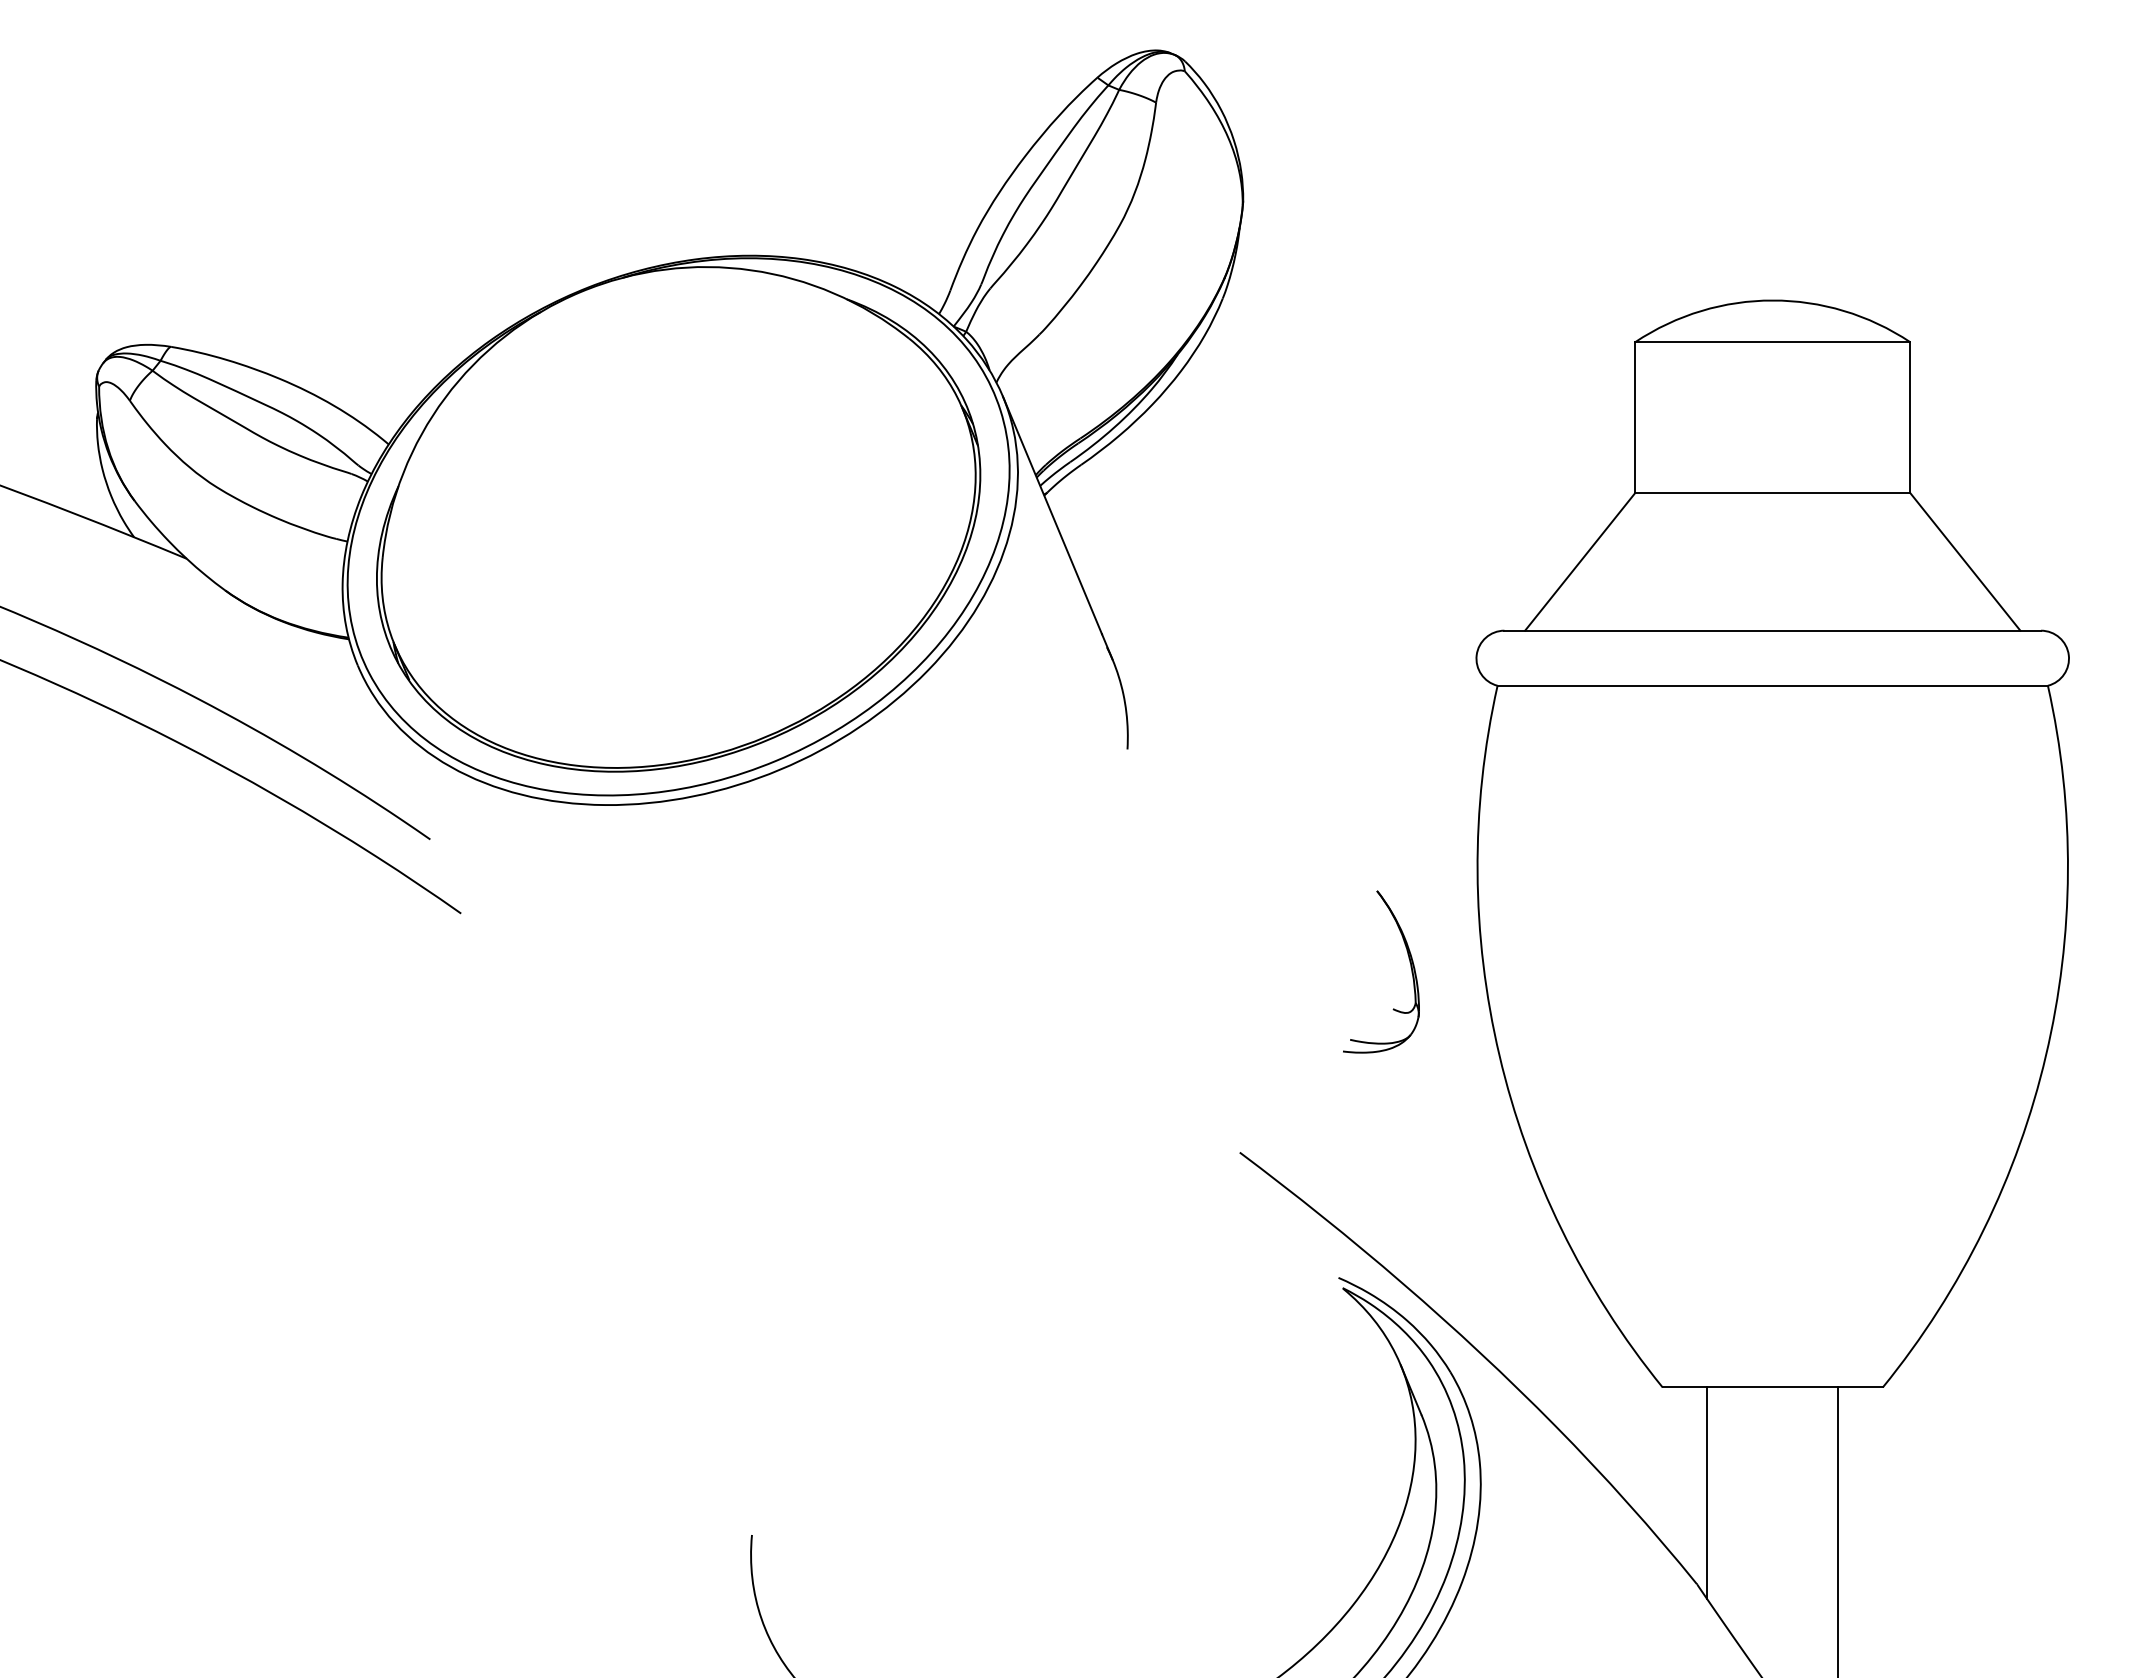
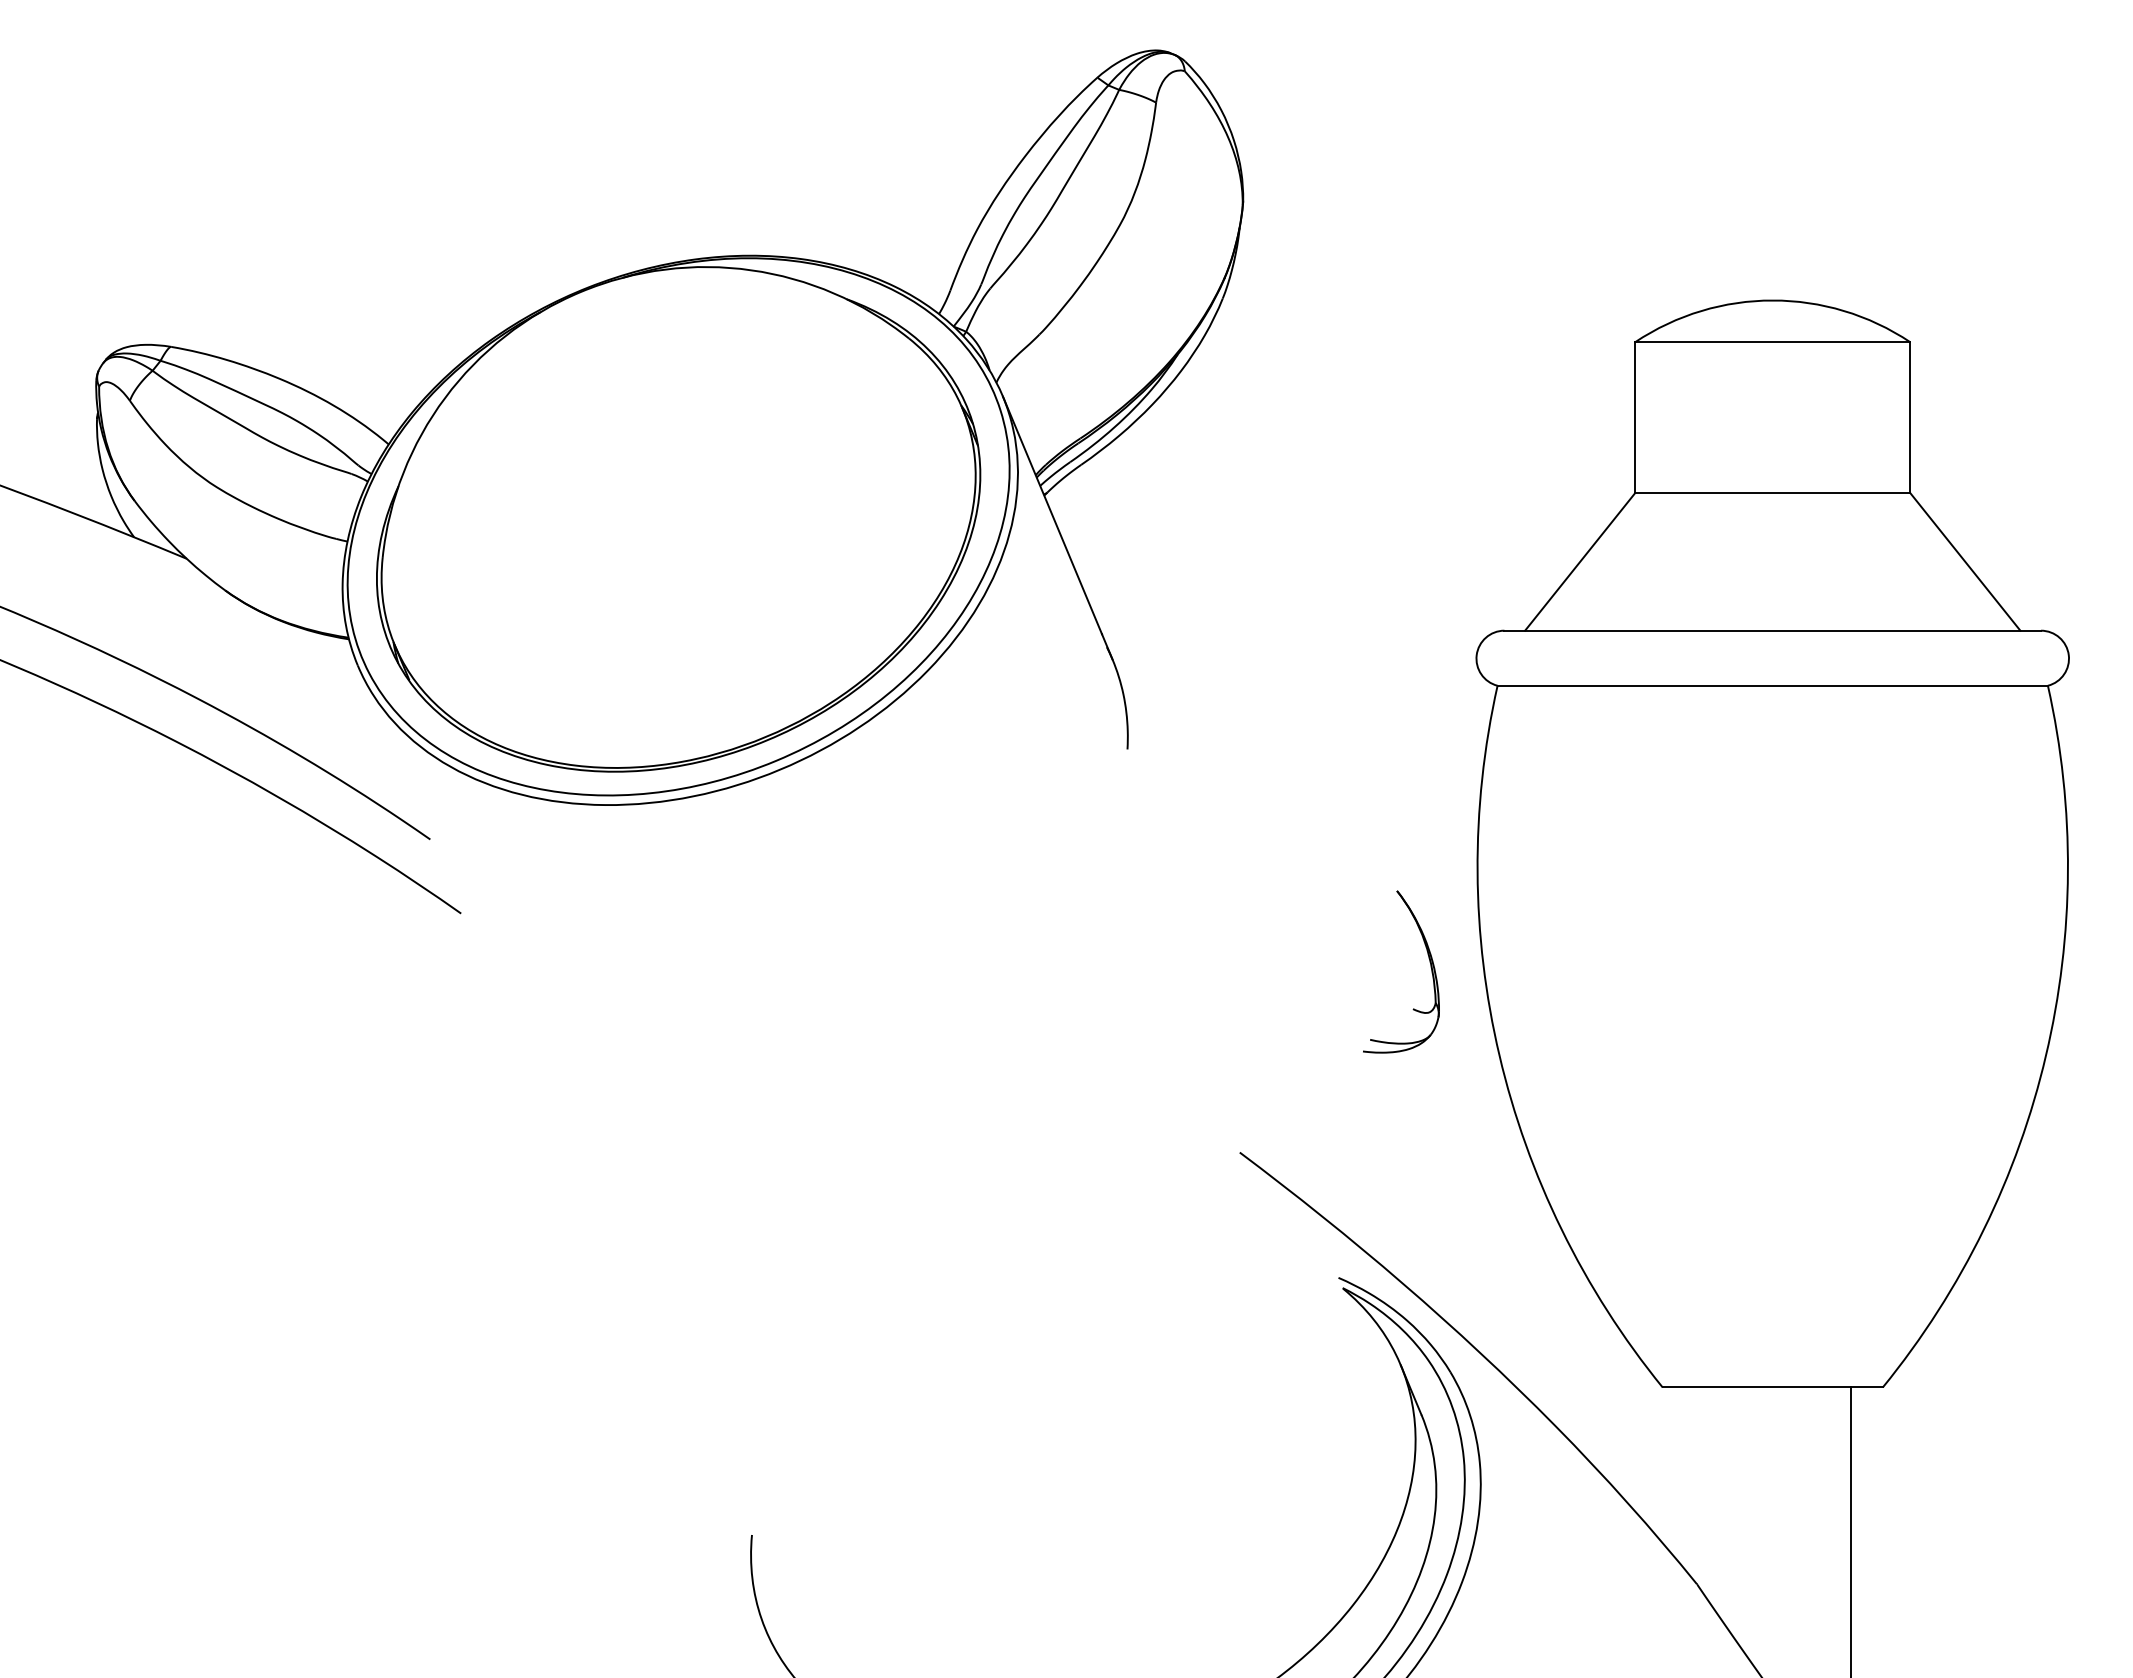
part at (1410, 967) position: (1410, 967) -> (1430, 967)
line at (1707, 1493): present -> none
line at (1838, 1530) position: (1838, 1530) -> (1851, 1530)
